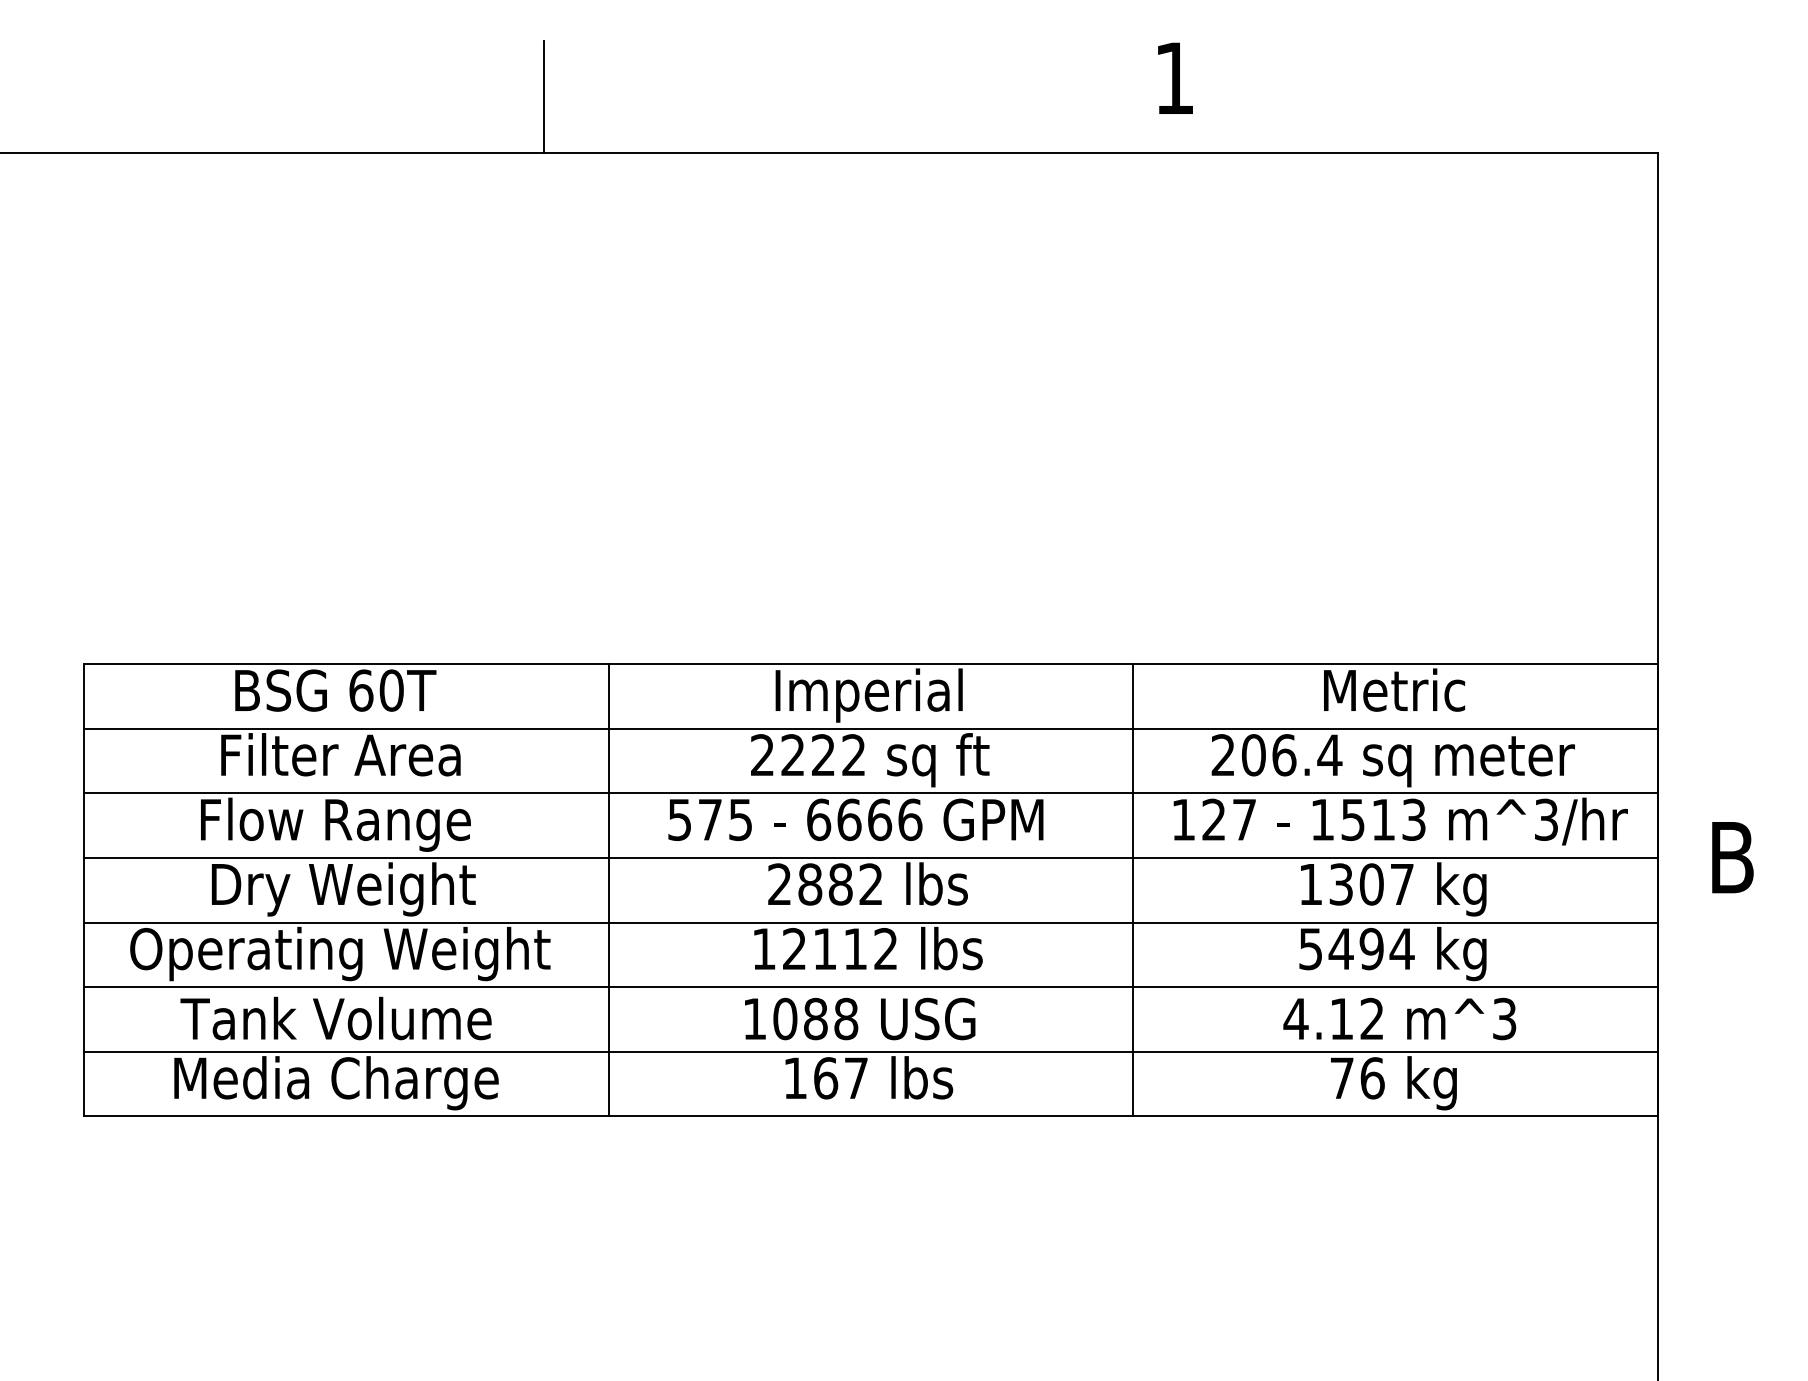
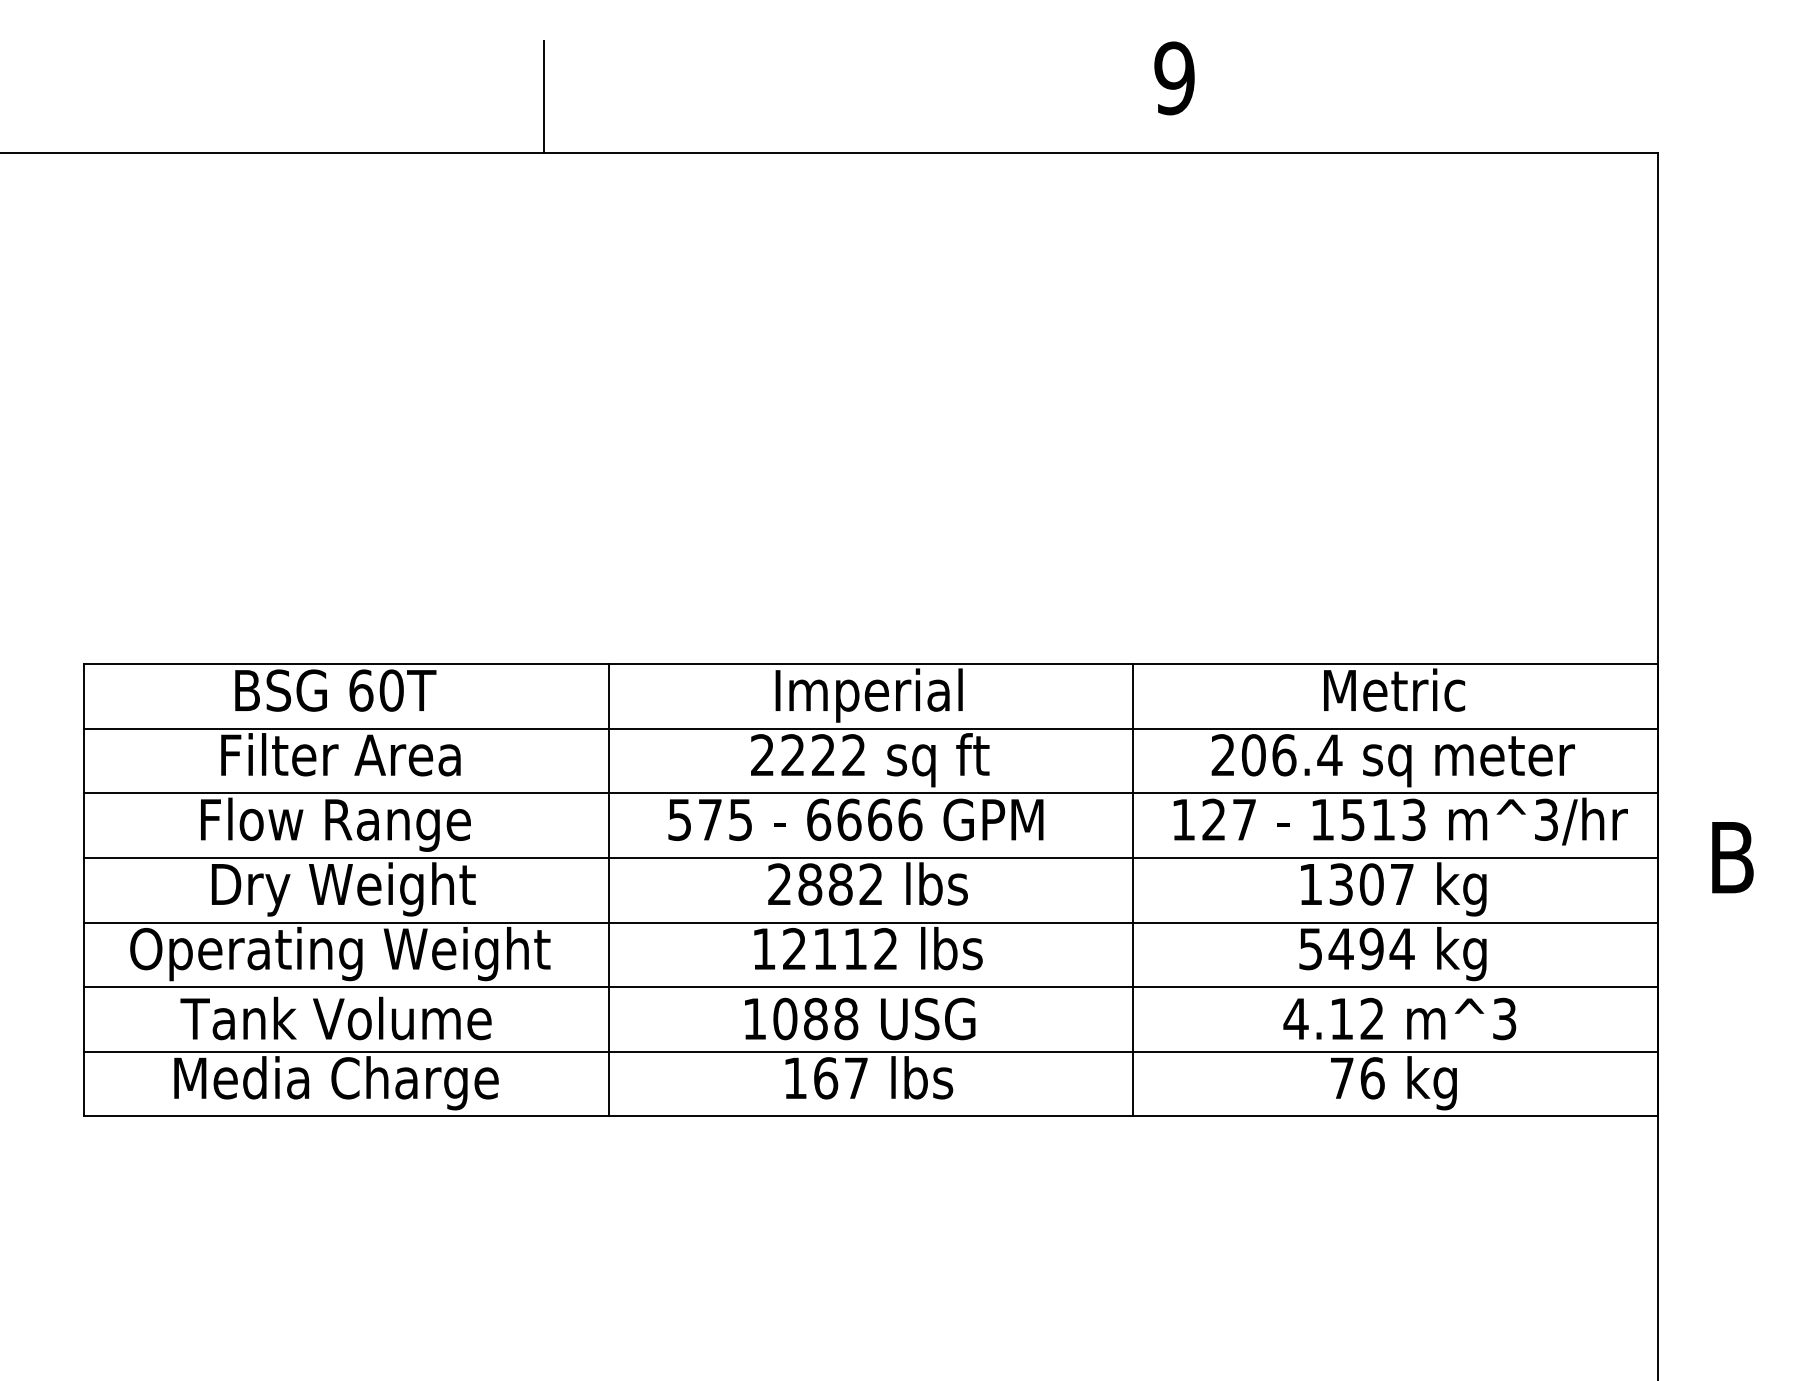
text at (1174, 78): 1 -> 9
